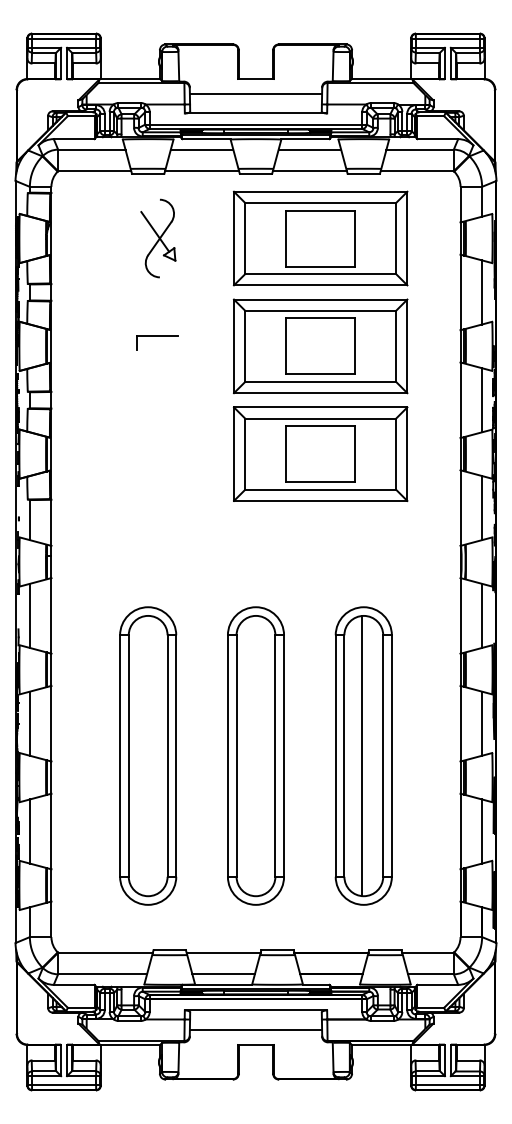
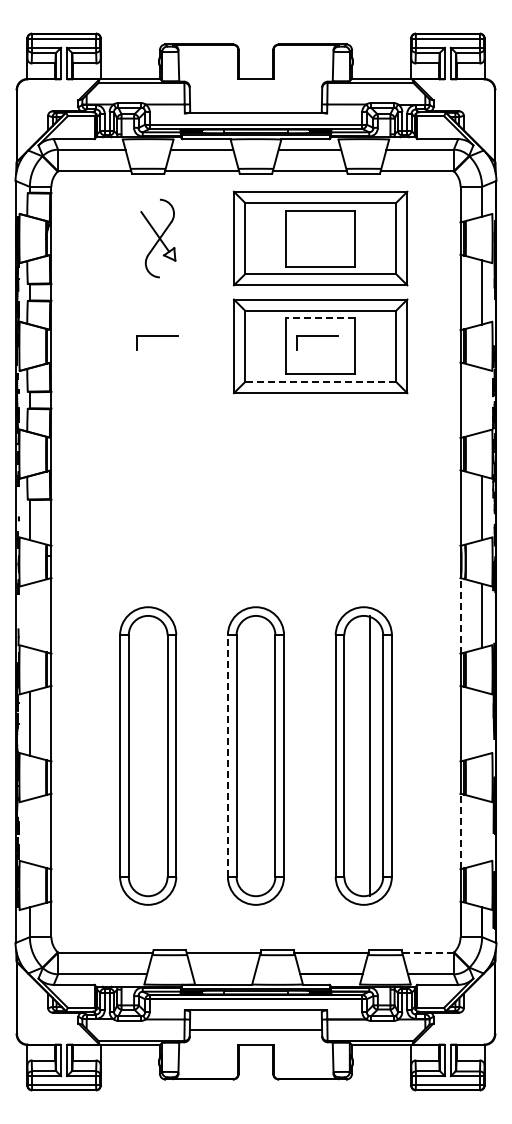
line at (255, 94): present -> none
line at (320, 318): solid -> dashed
part at (317, 342): none -> present
line at (320, 381): solid -> dashed
line at (482, 400): present -> none
part at (320, 453): present -> none
line at (29, 615): present -> none
line at (460, 615): solid -> dashed
line at (482, 723): present -> none
line at (227, 756): solid -> dashed
line at (361, 756) position: (361, 756) -> (369, 756)
line at (29, 831): present -> none
line at (460, 831): solid -> dashed
line at (482, 831): present -> none
line at (428, 952): solid -> dashed
line at (223, 974): present -> none
